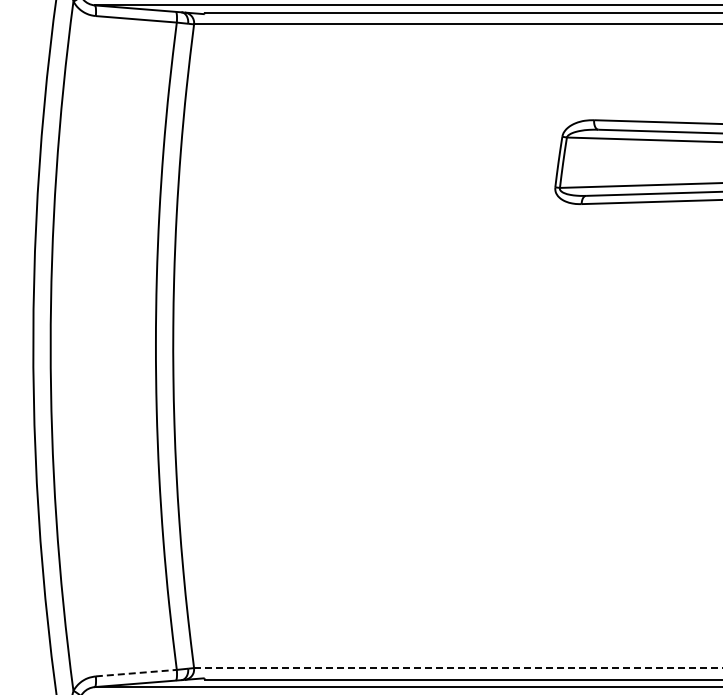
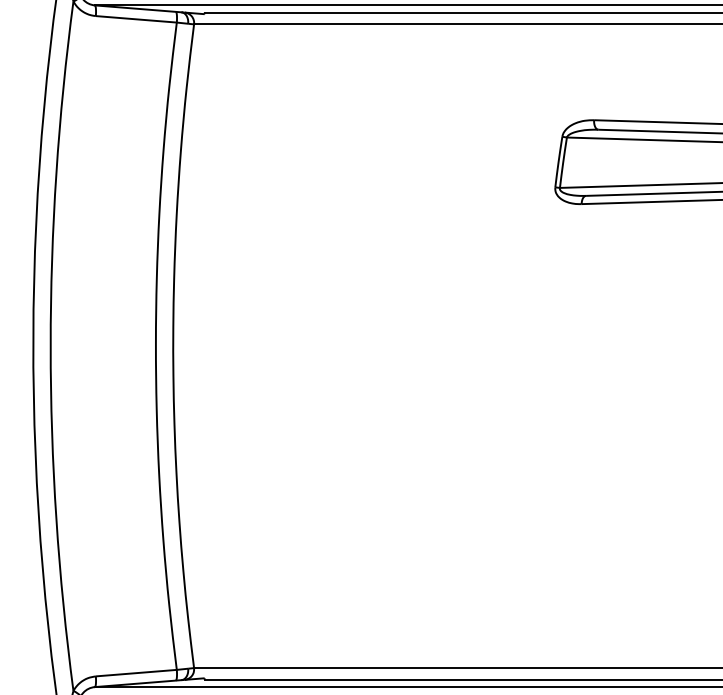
line at (459, 668): dashed -> solid
line at (136, 673): dashed -> solid
